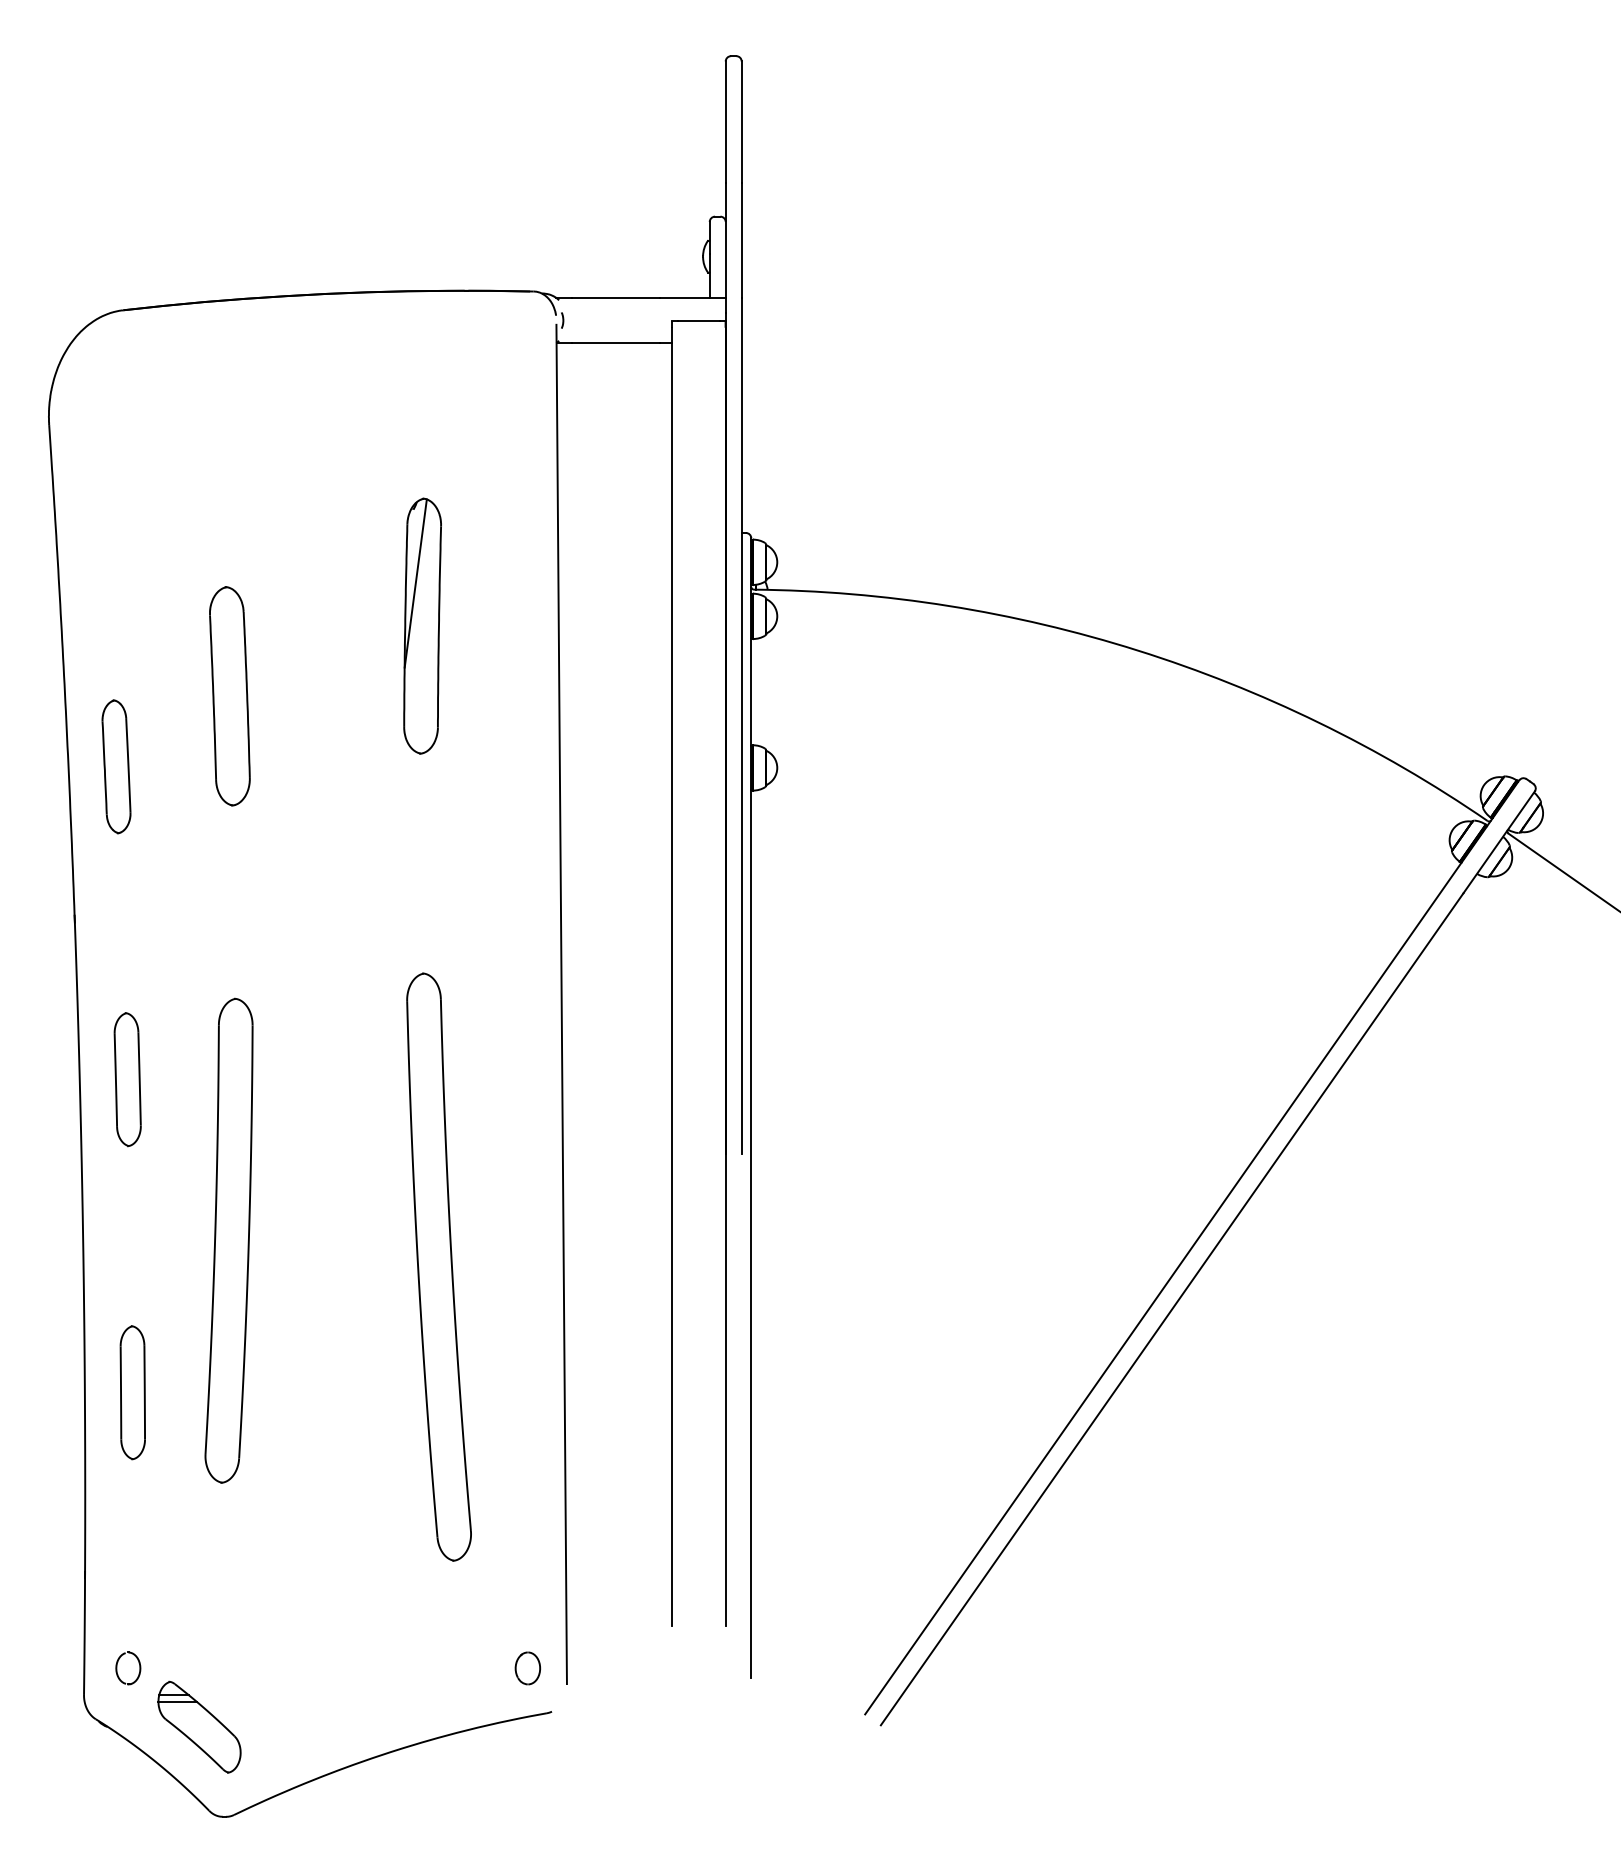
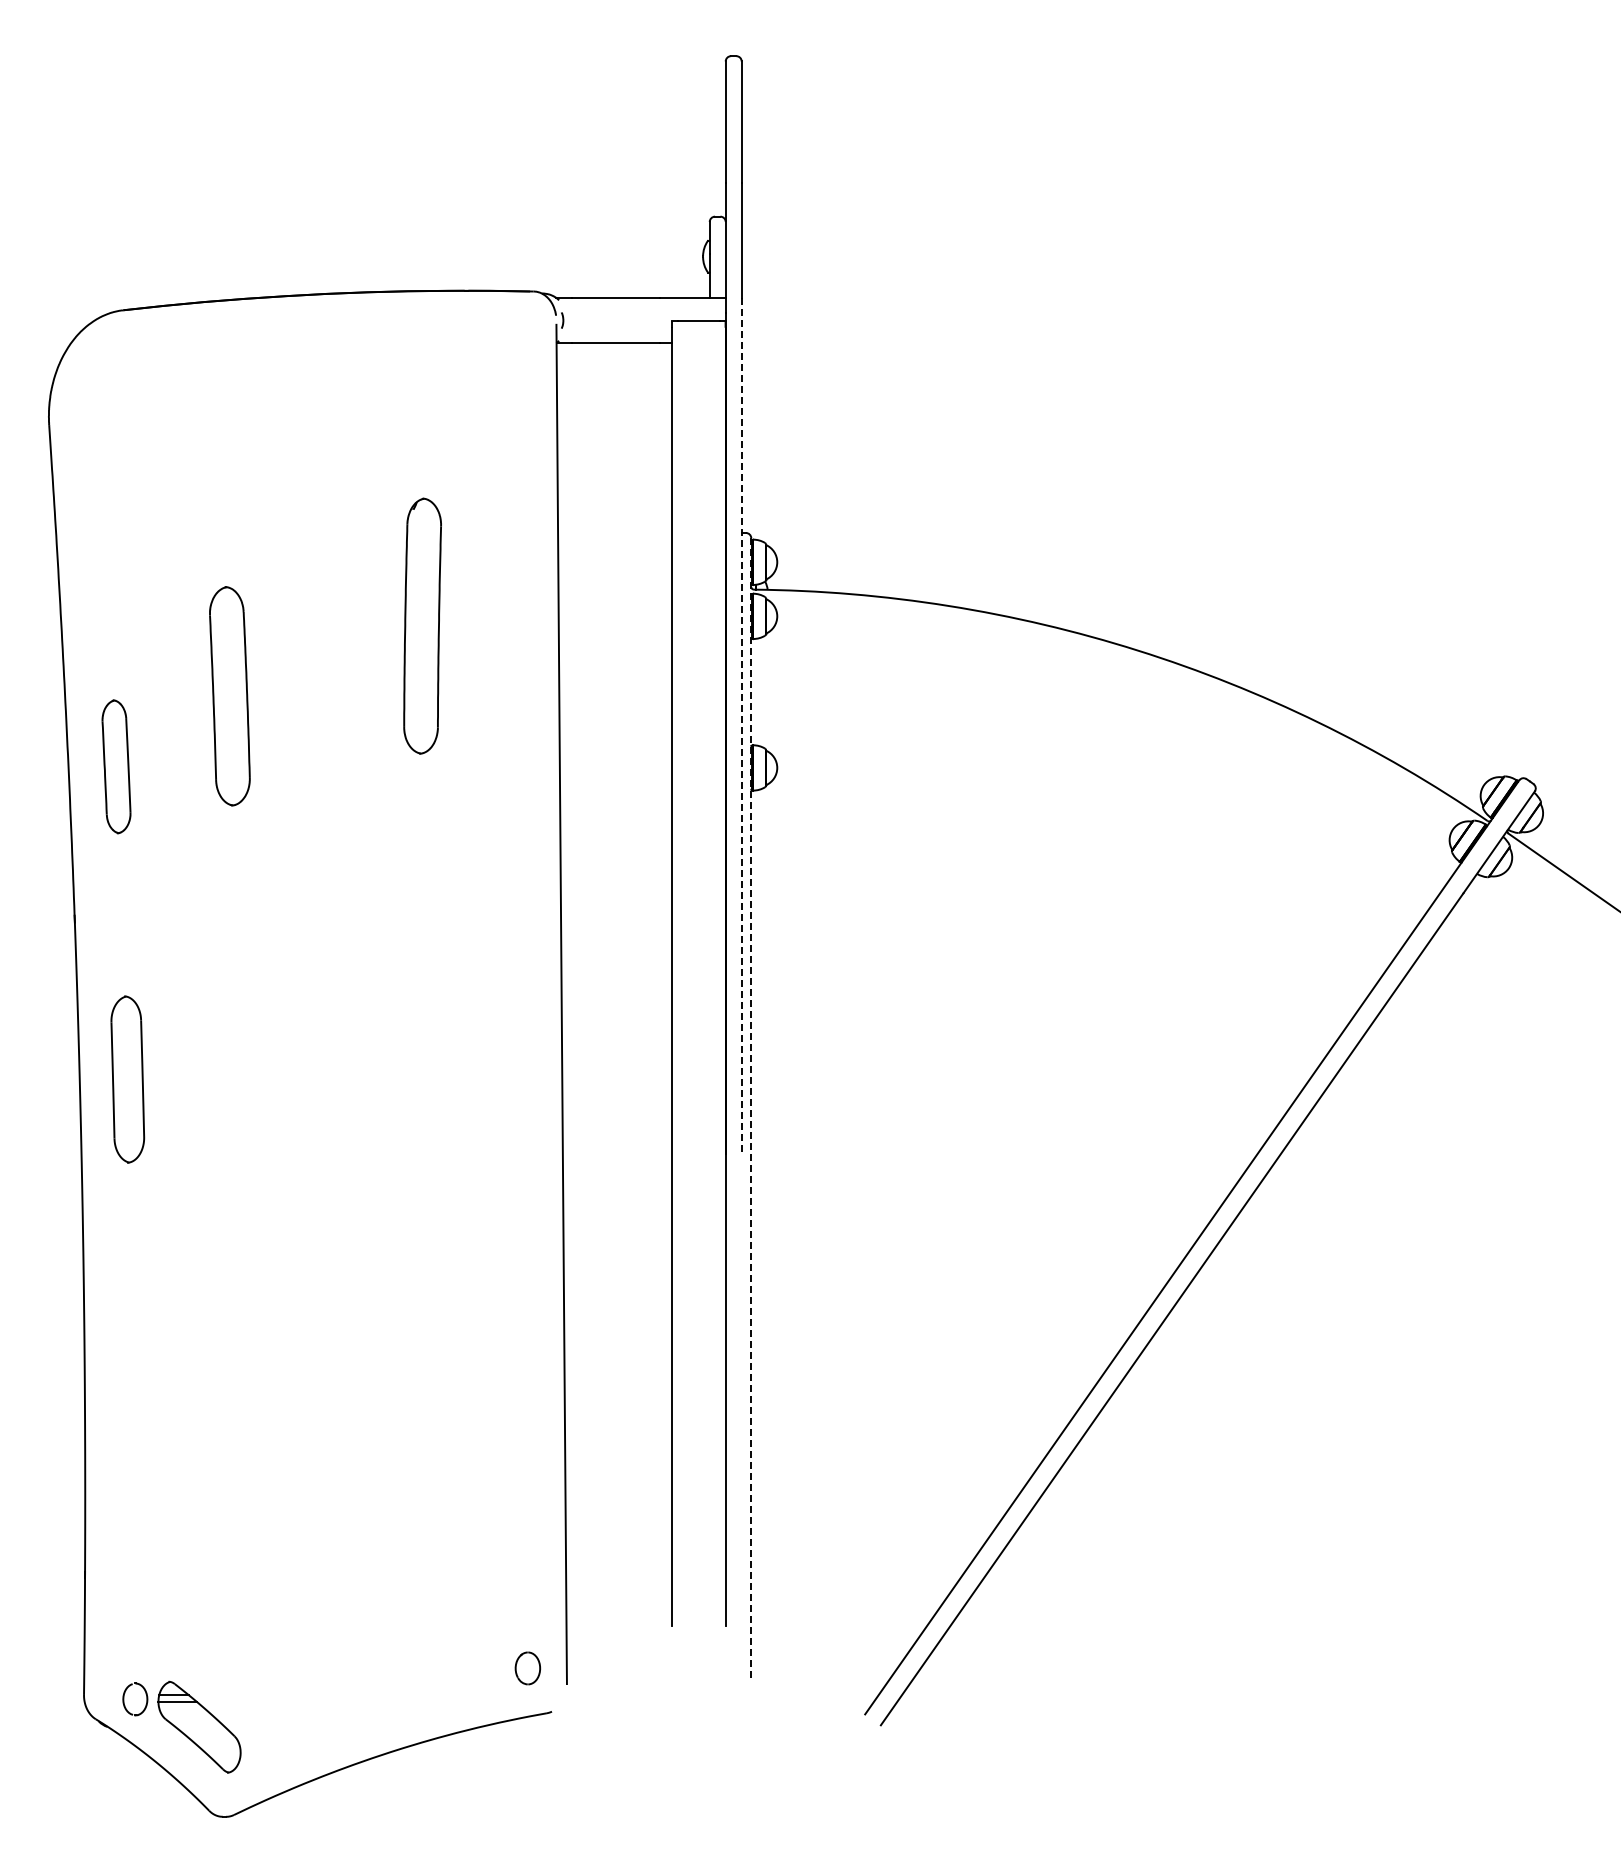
line at (415, 583): present -> none
line at (741, 726): solid -> dashed
part at (127, 1079) size: 29x136 px -> 36x169 px
line at (751, 1108): solid -> dashed
part at (228, 1240): present -> none
part at (438, 1266): present -> none
part at (132, 1392): present -> none
part at (117, 1668) position: (117, 1668) -> (124, 1699)
